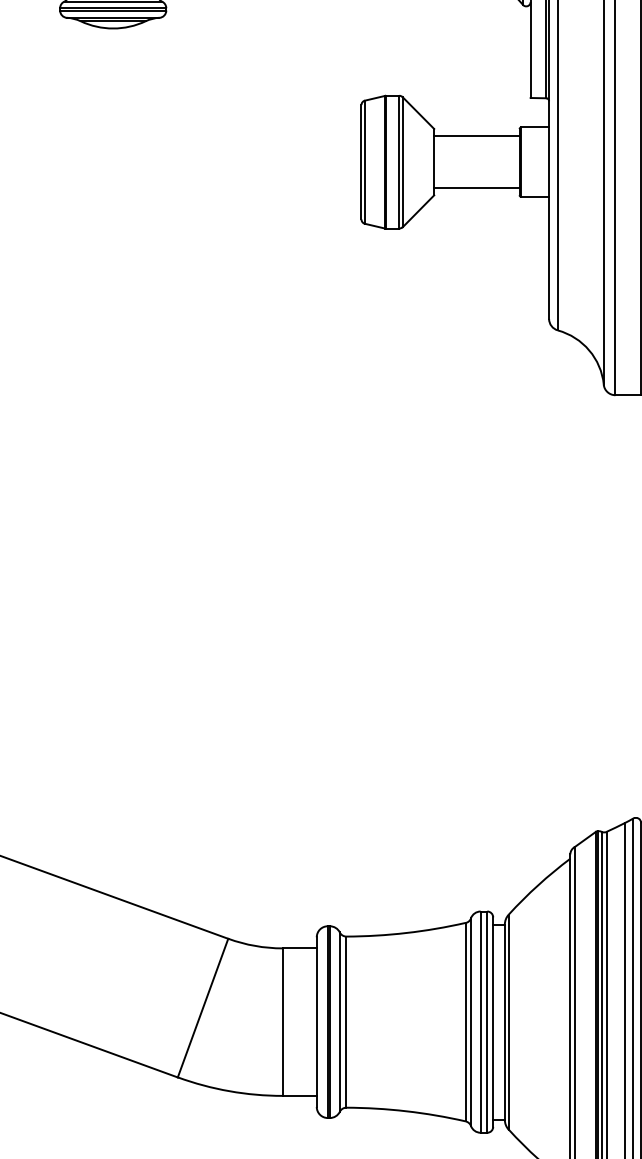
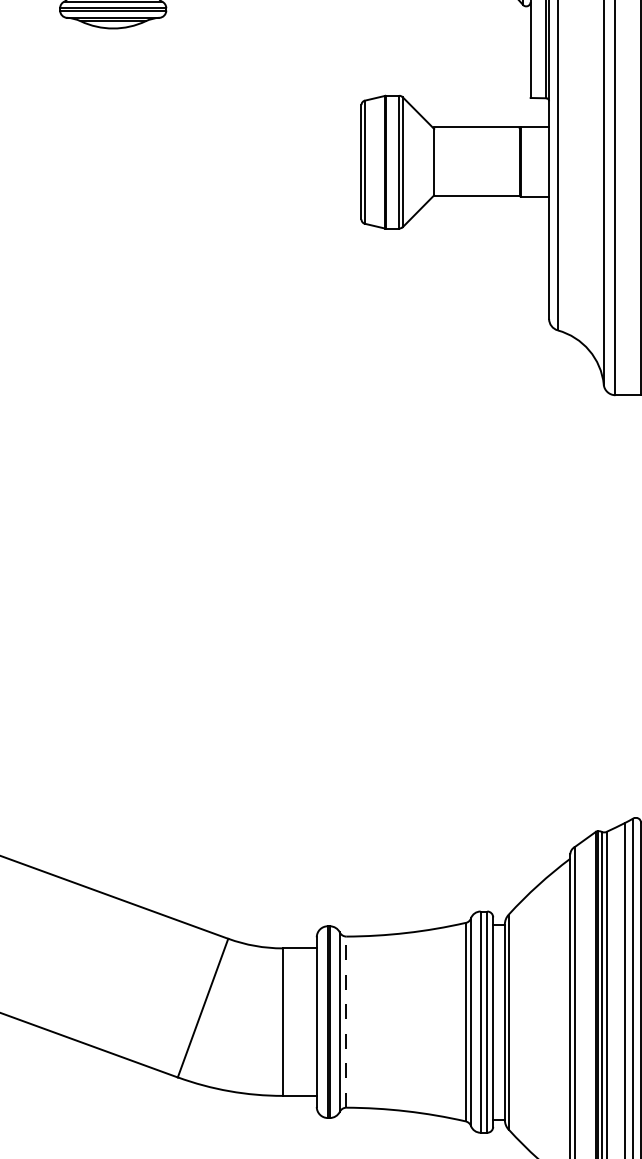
line at (476, 136) position: (476, 136) -> (476, 127)
line at (476, 188) position: (476, 188) -> (476, 196)
line at (346, 1022): solid -> dashed
